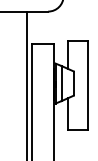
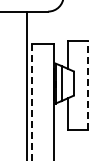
line at (88, 85): solid -> dashed
line at (31, 102): solid -> dashed
